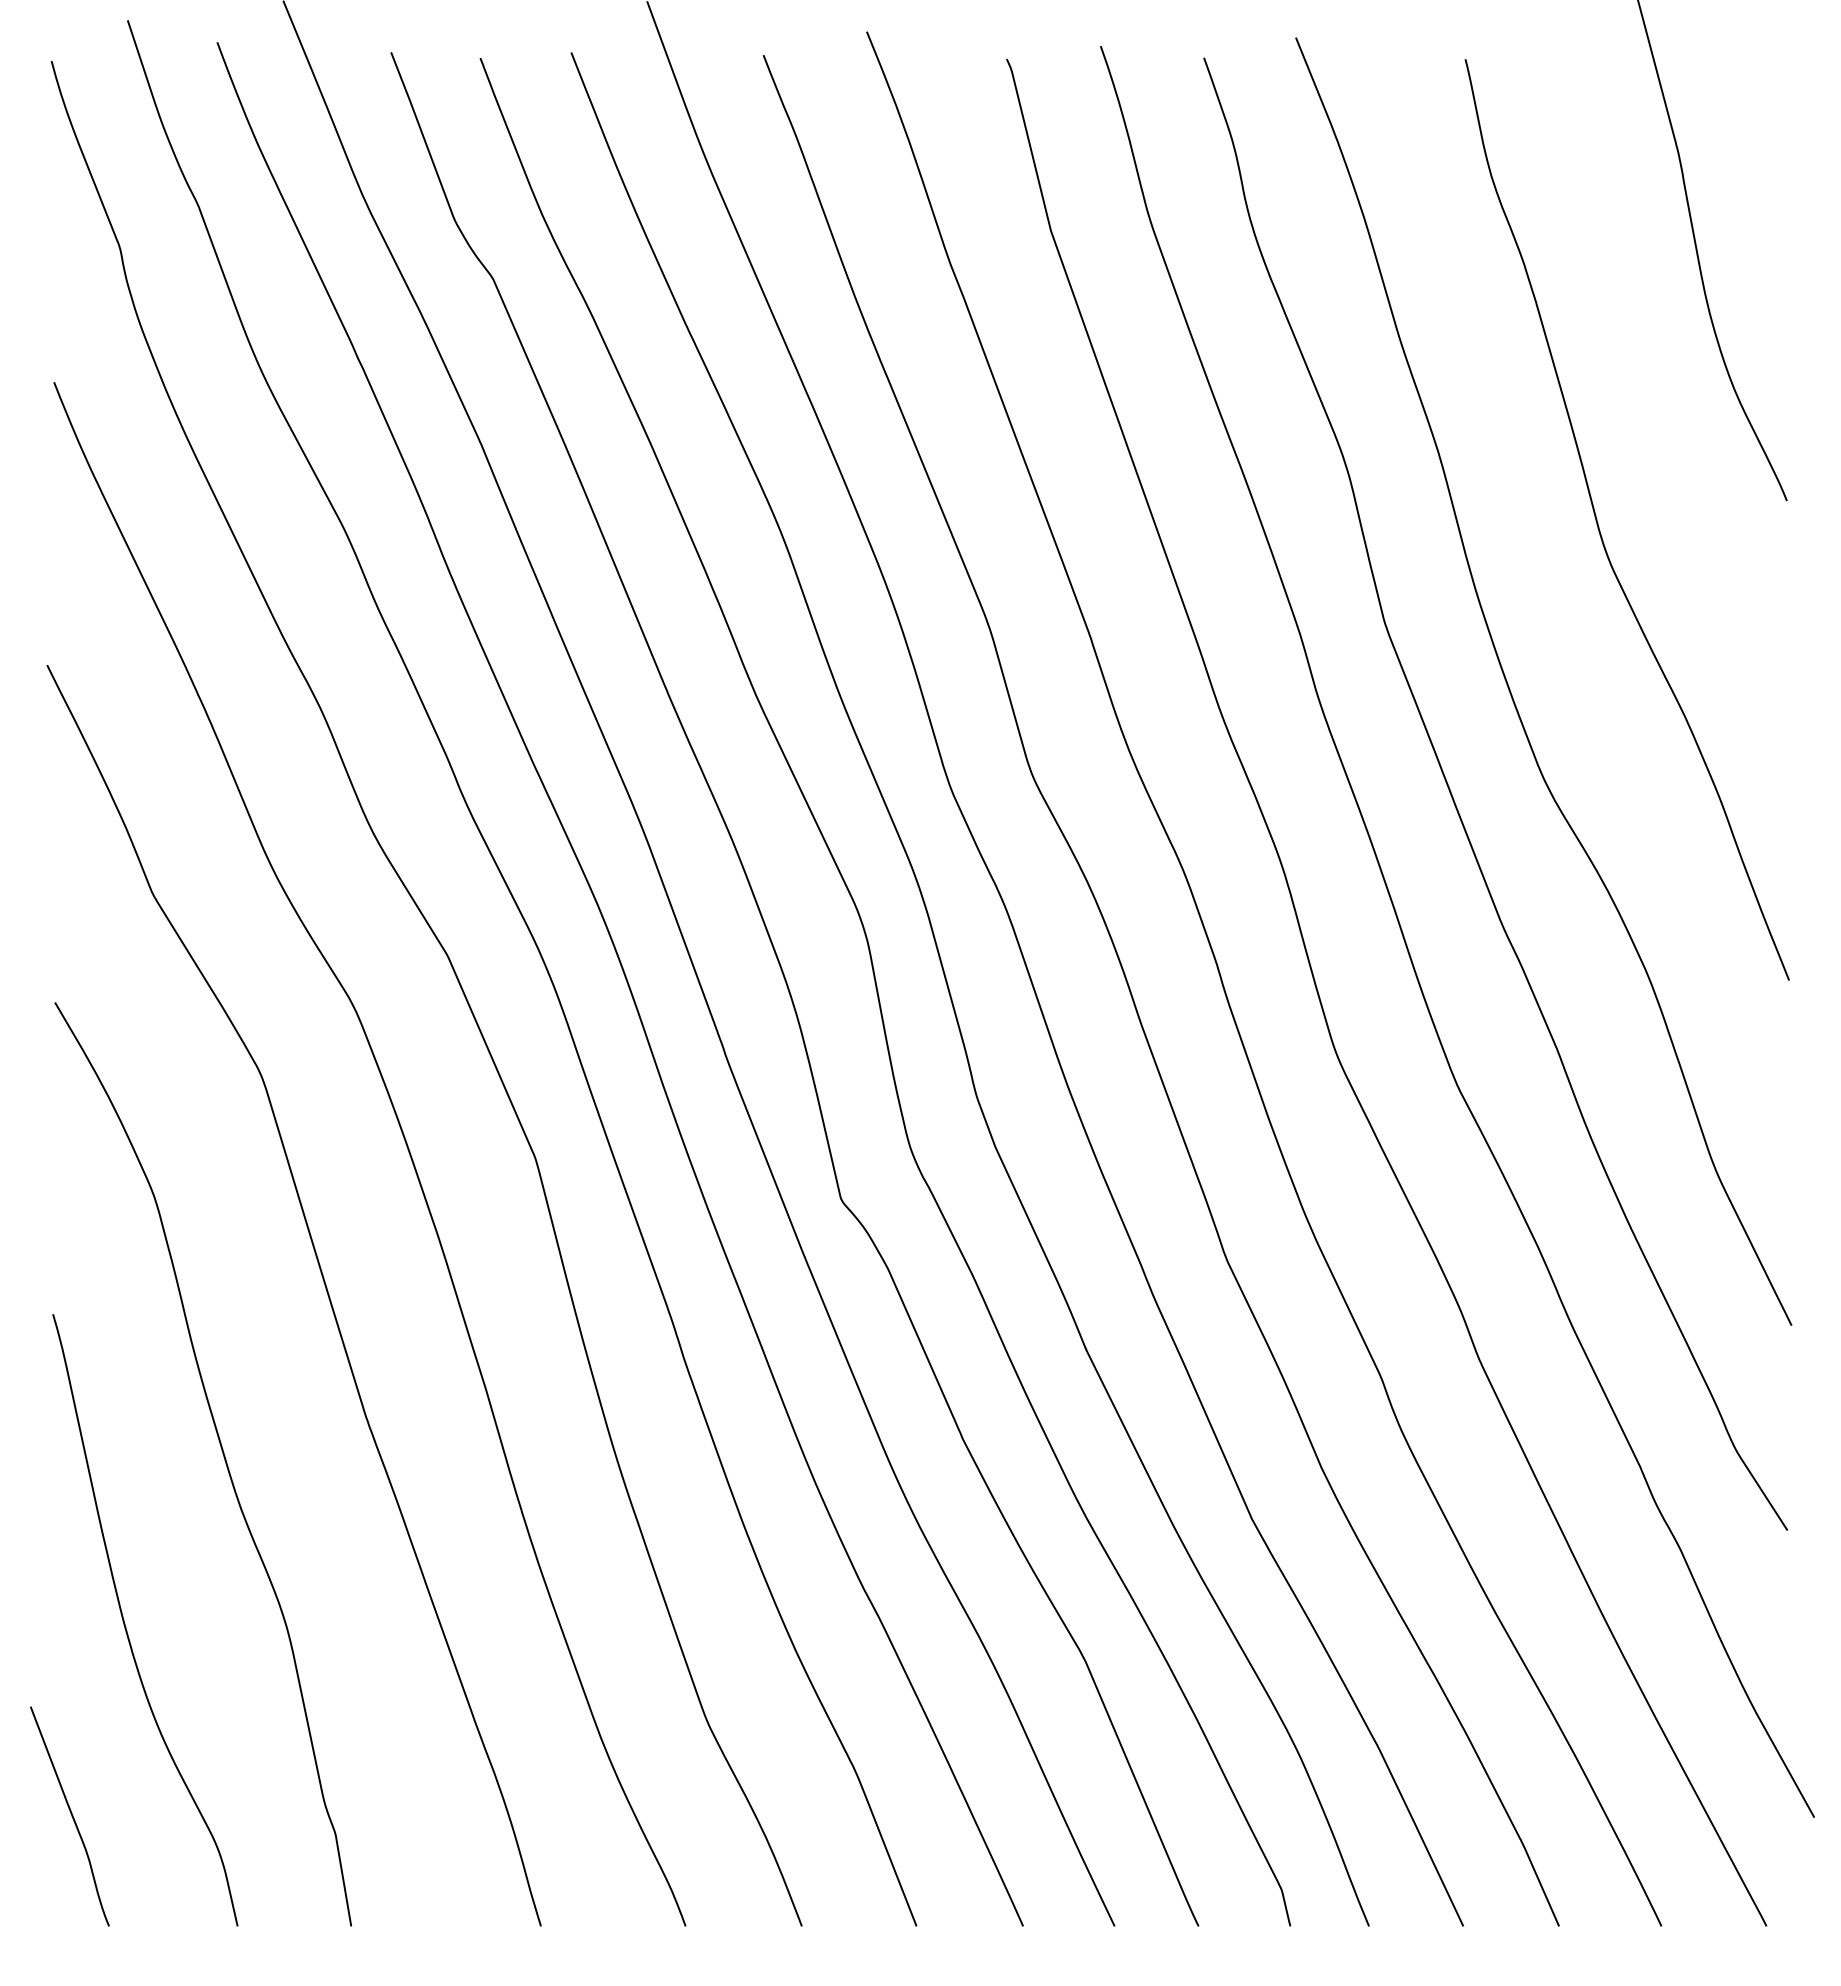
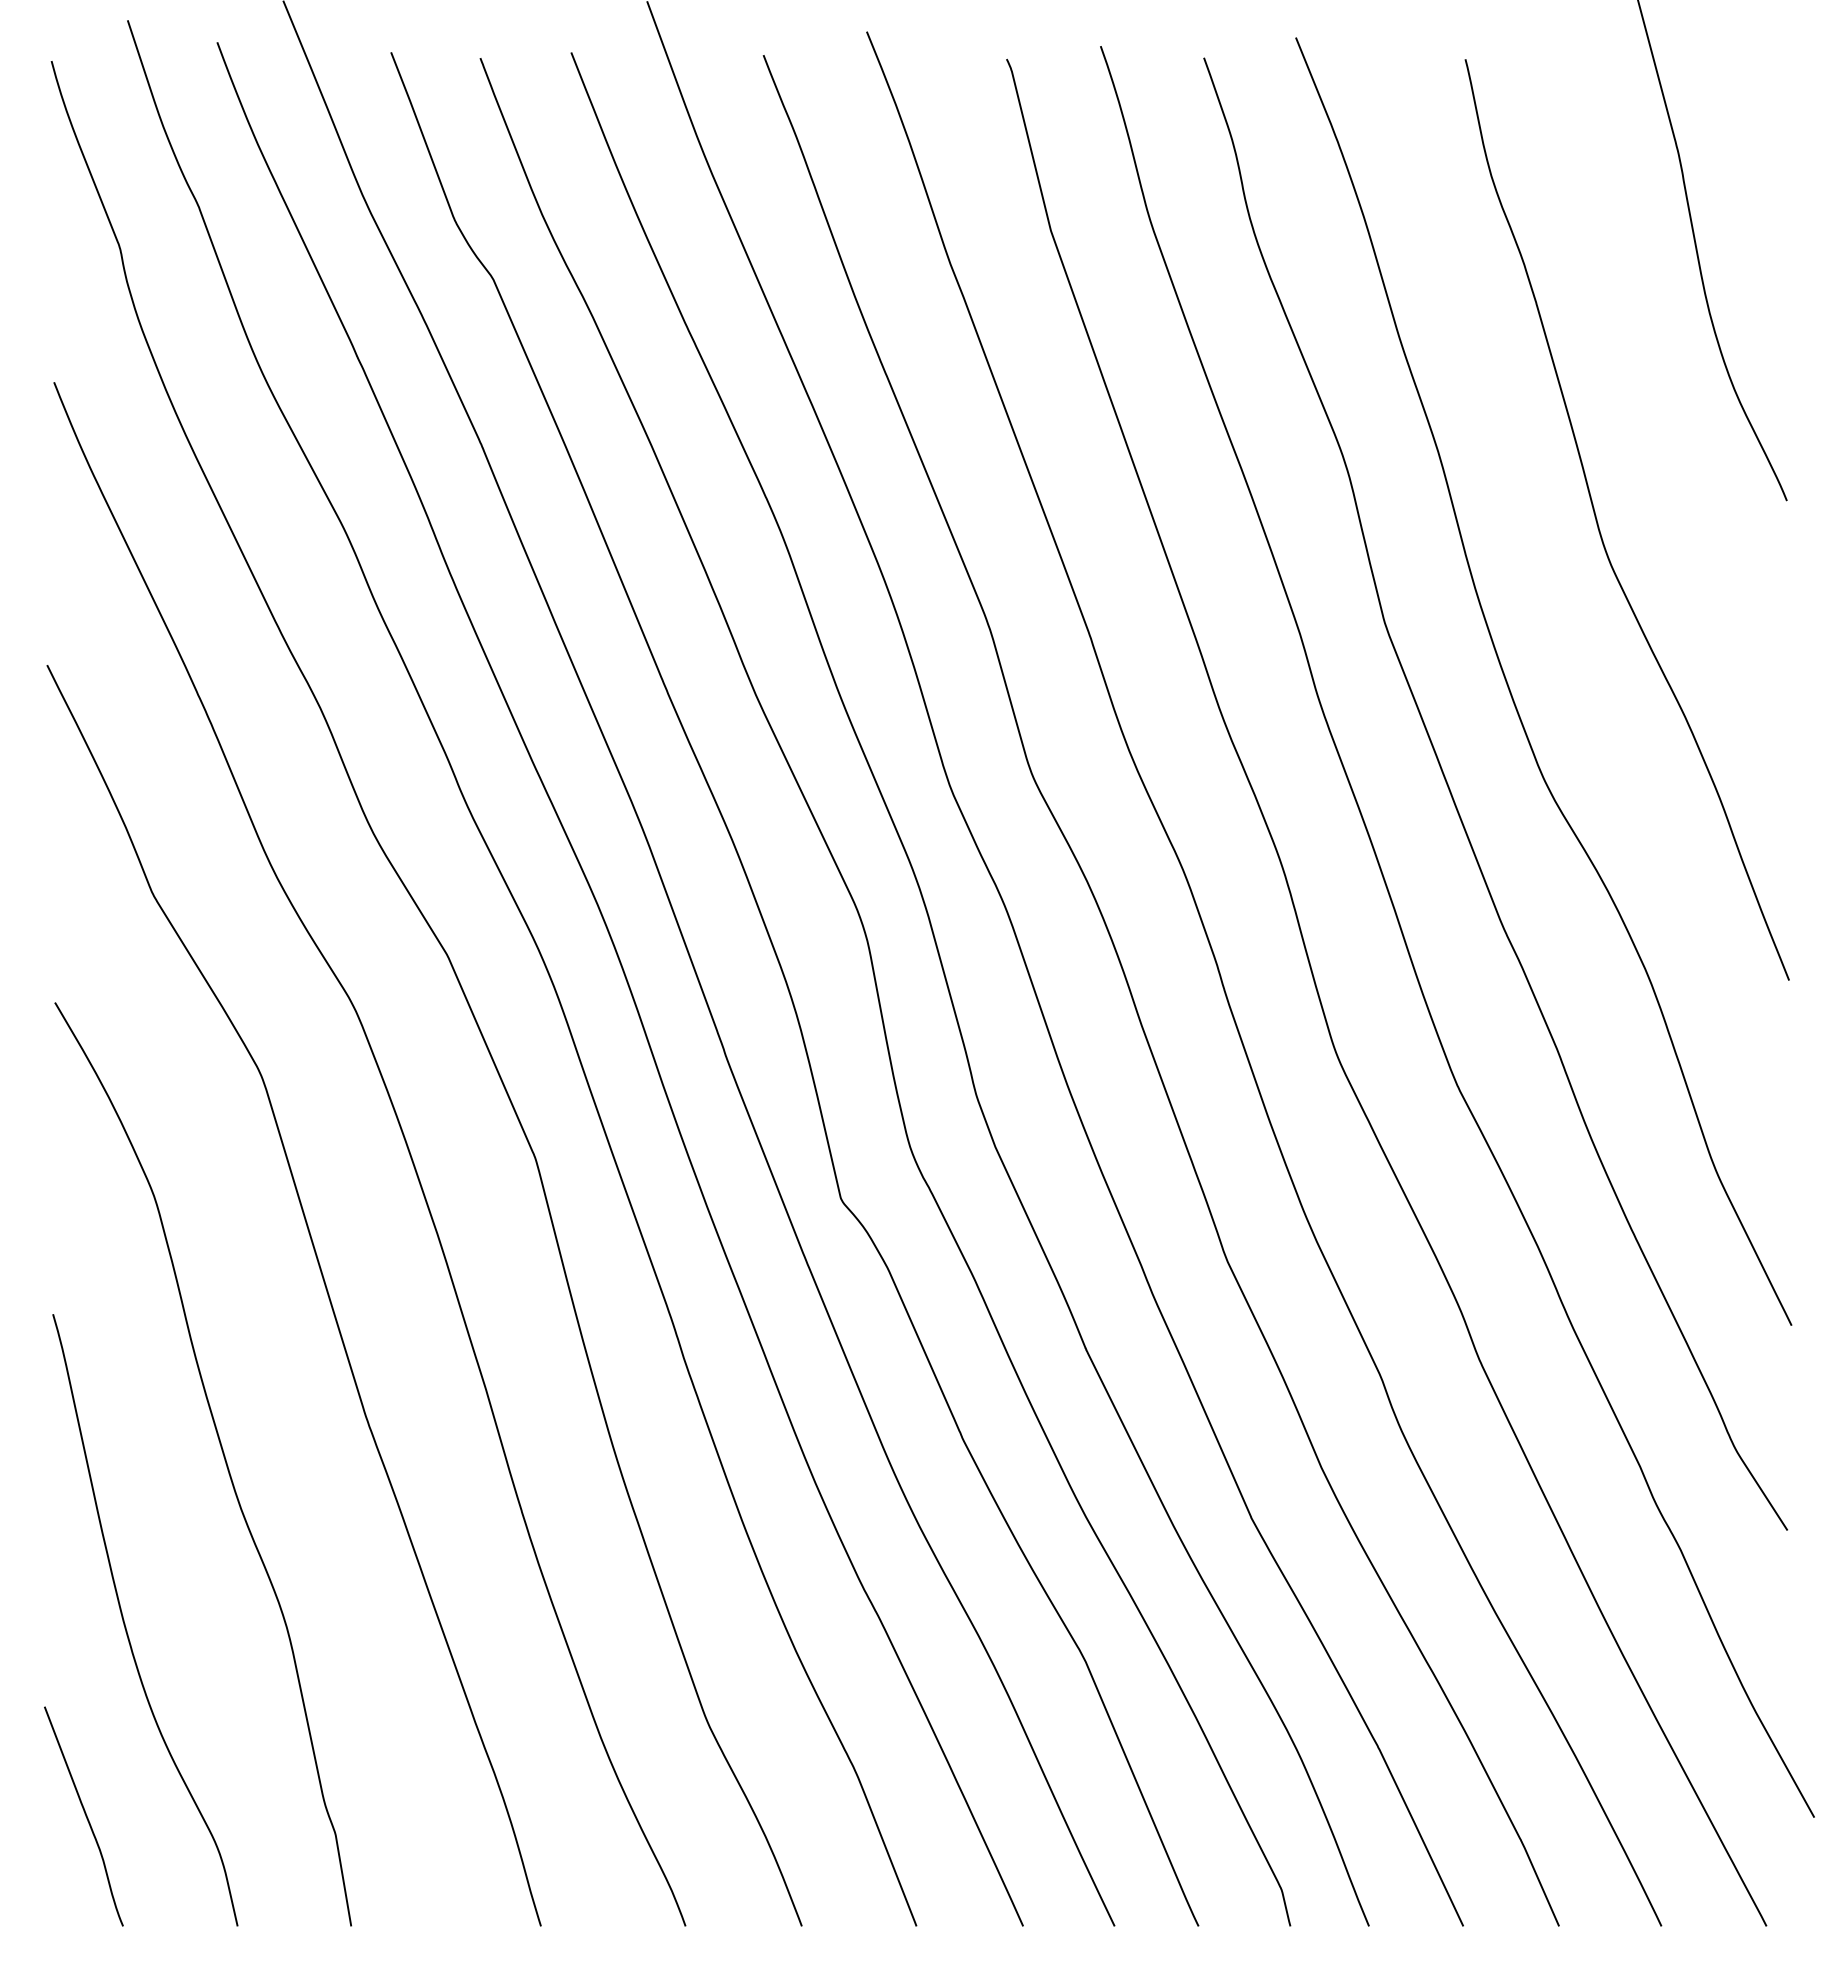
curve at (71, 1816) position: (71, 1816) -> (85, 1816)
